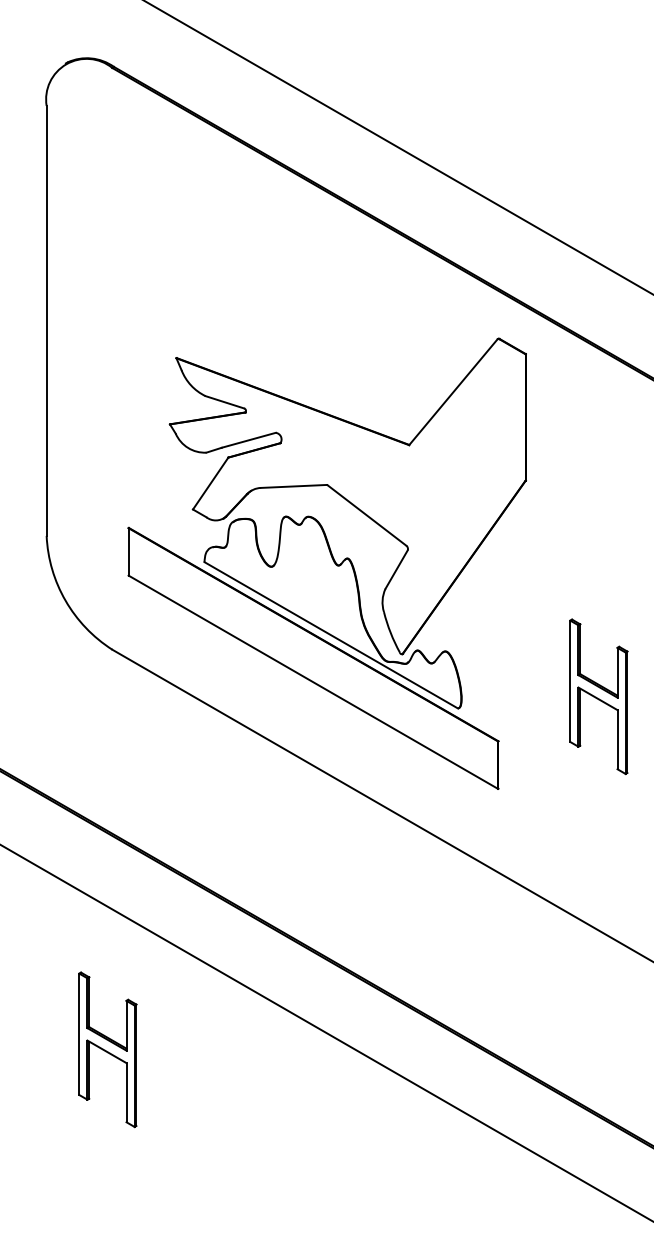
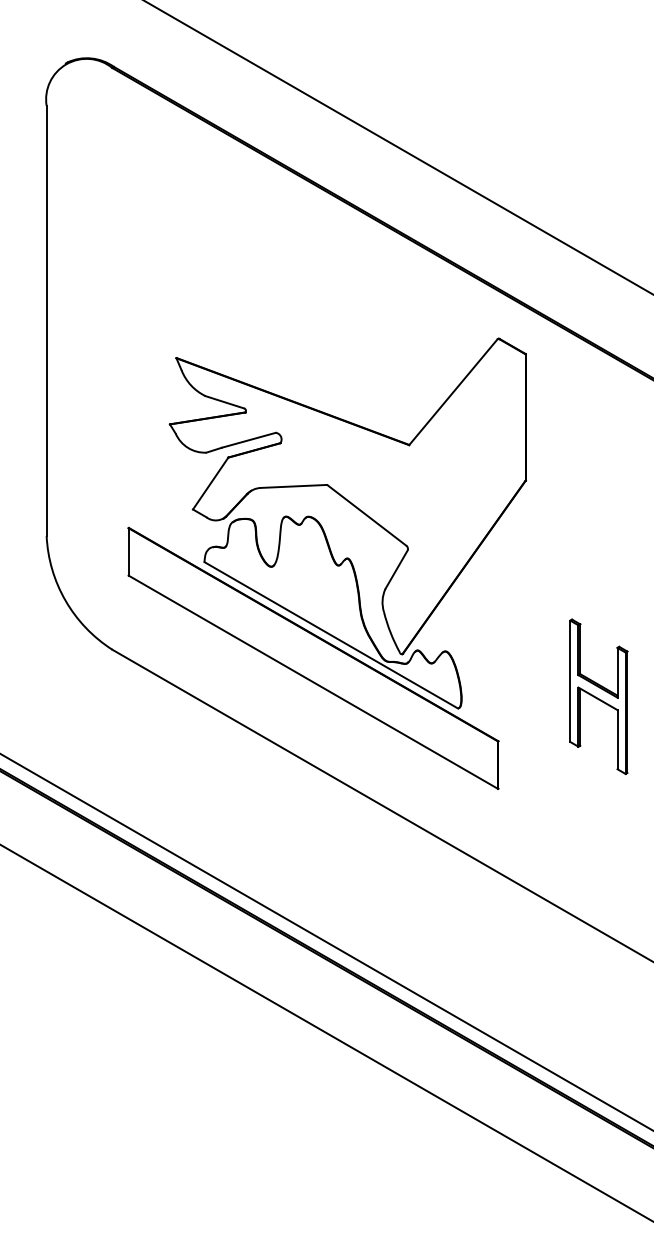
line at (326, 942): none -> present
part at (107, 1049): present -> none
